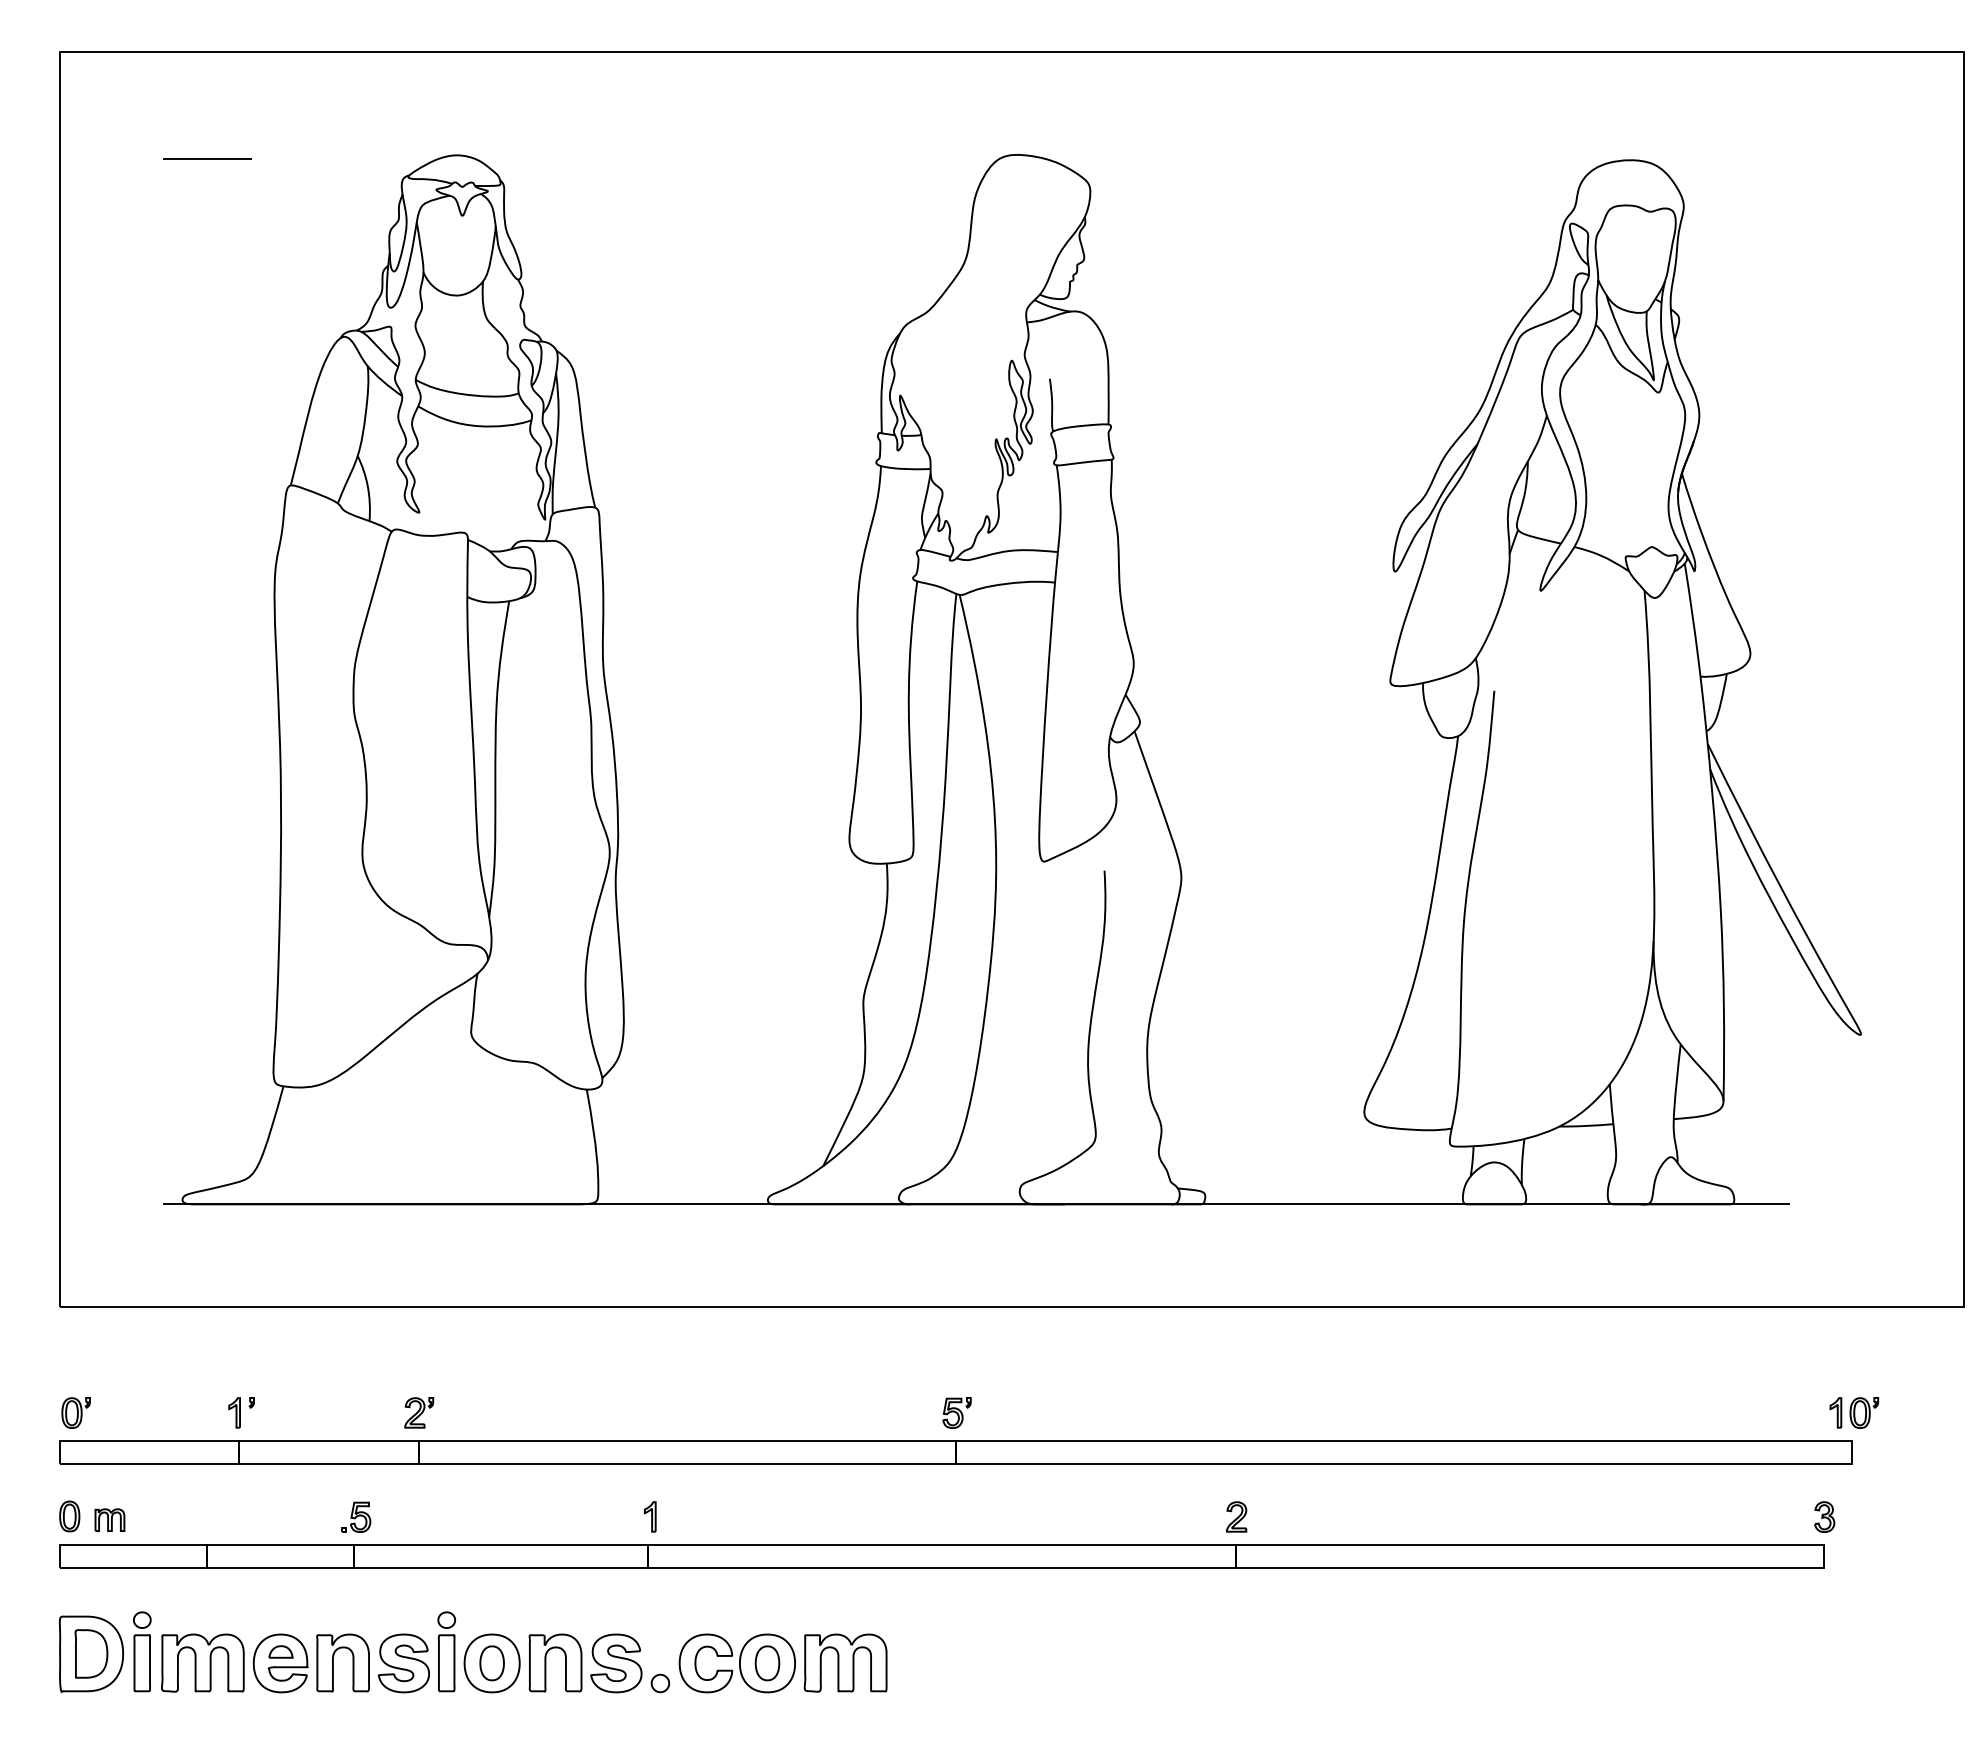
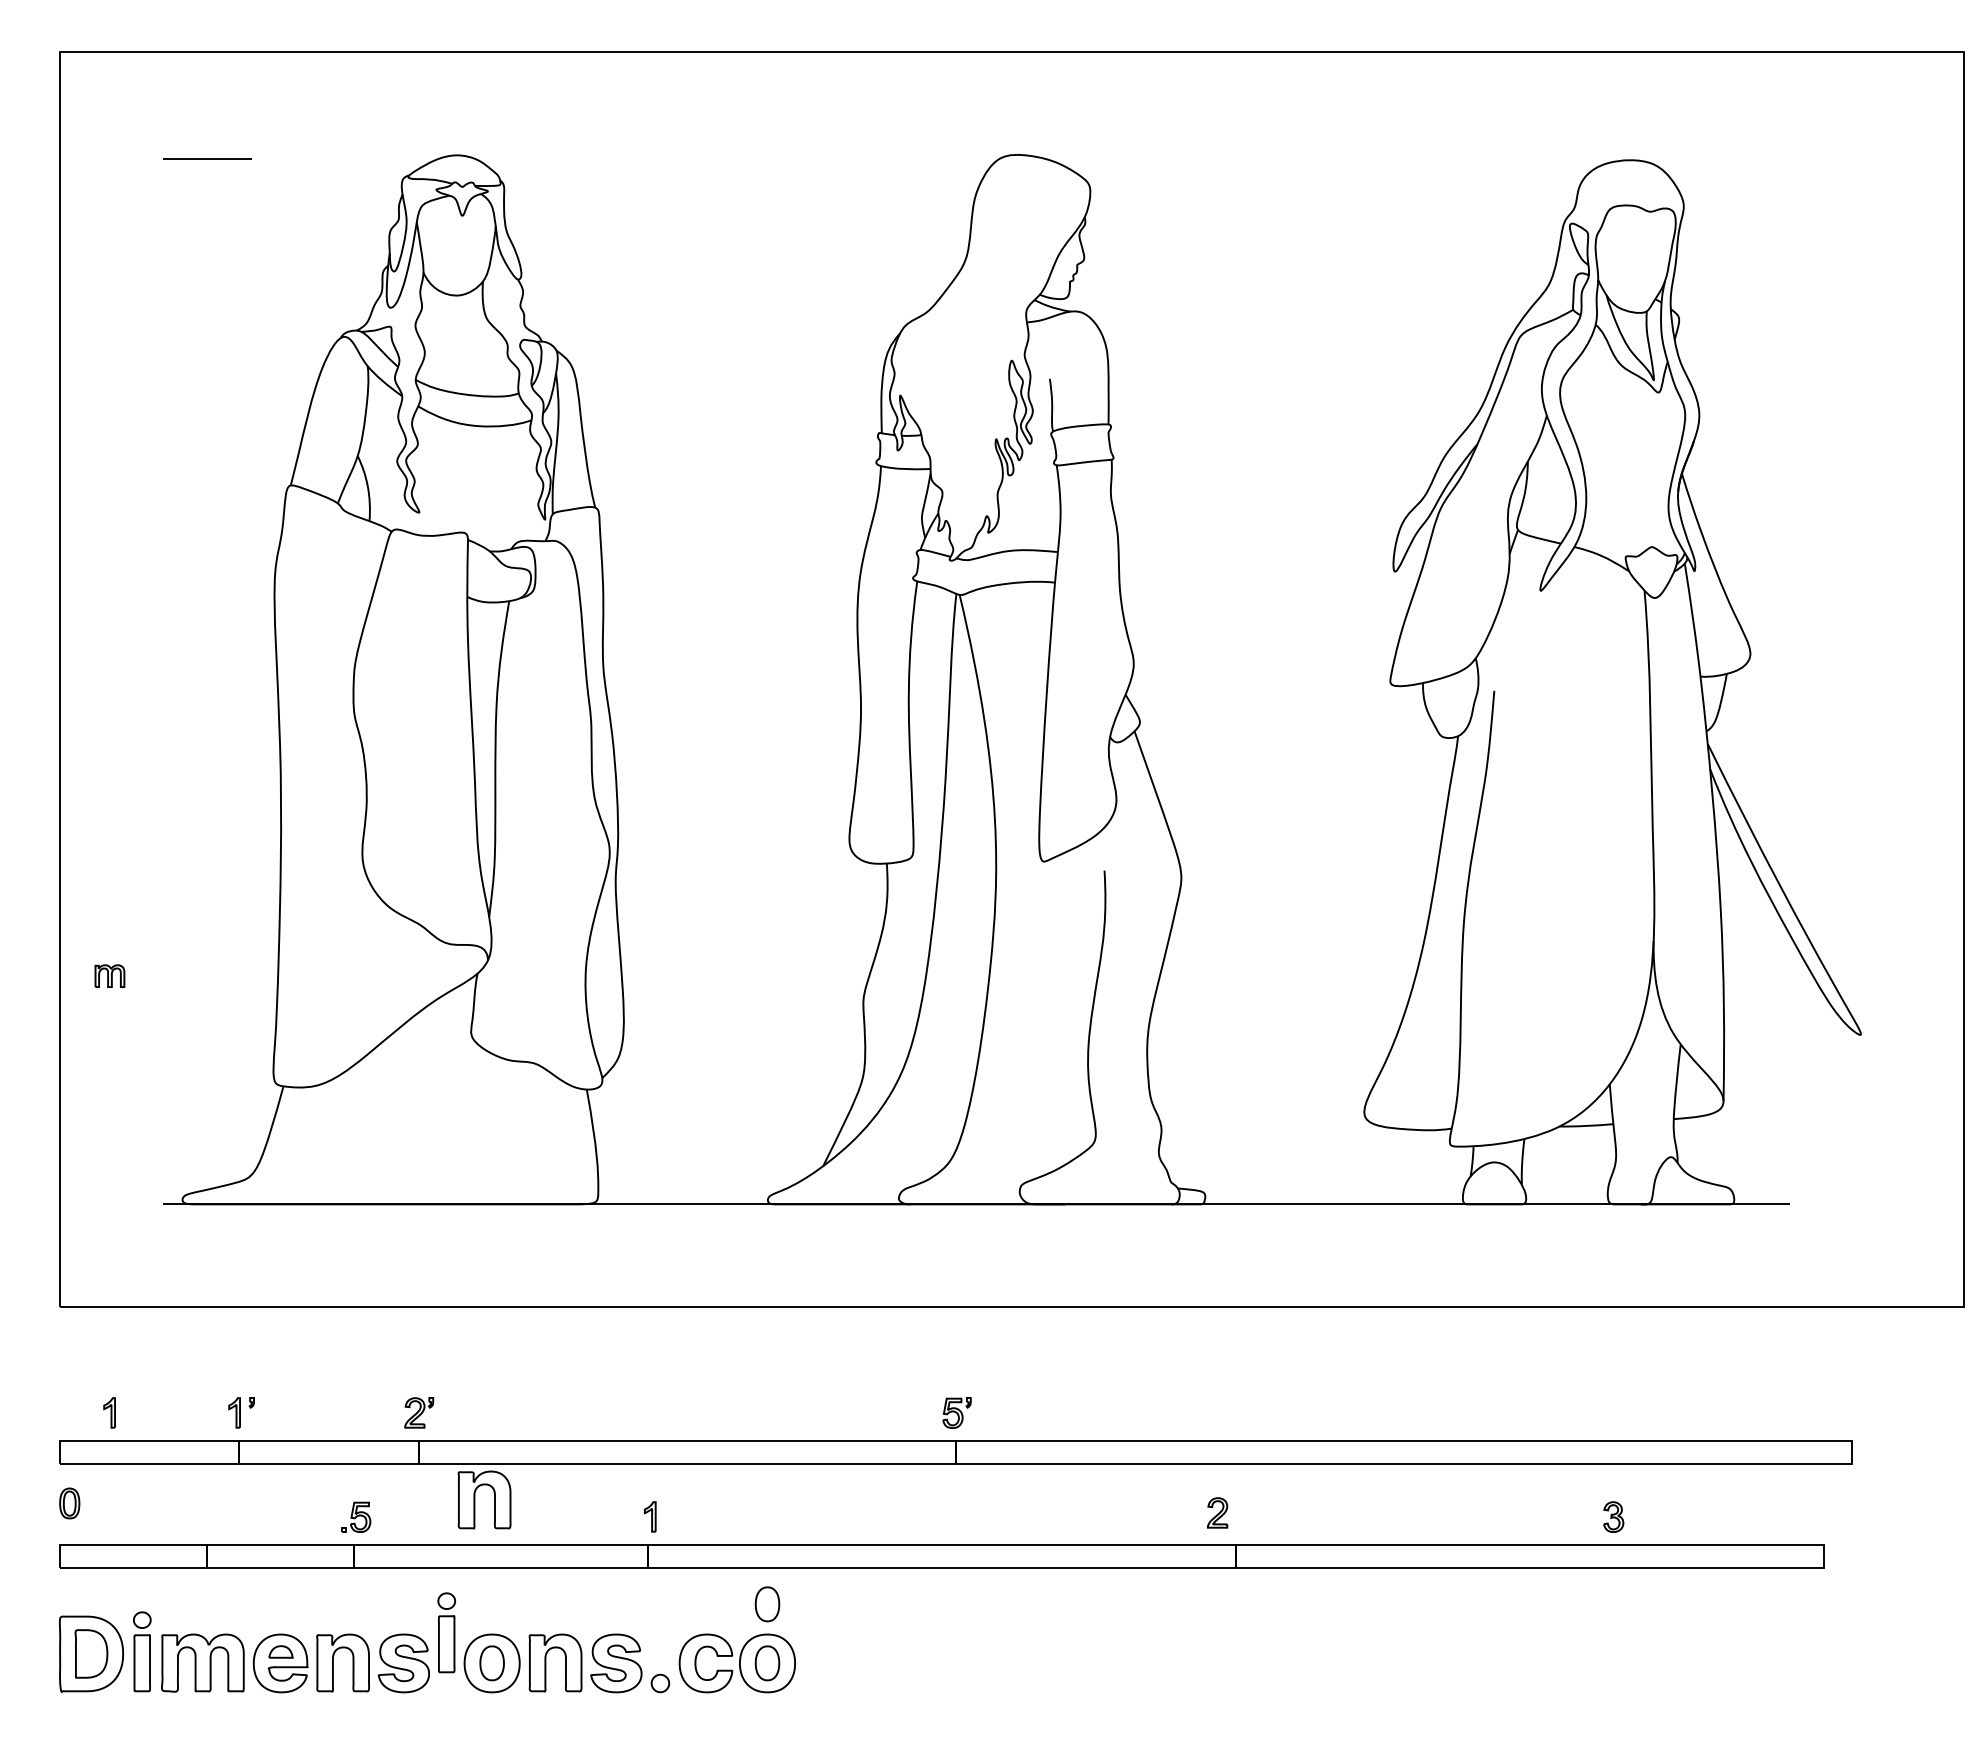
part at (75, 1412): present -> none
part at (109, 1412): none -> present
part at (1854, 1412): present -> none
part at (475, 1499): none -> present
part at (69, 1516) position: (69, 1516) -> (69, 1503)
part at (1236, 1516) position: (1236, 1516) -> (1217, 1512)
part at (1824, 1516) position: (1824, 1516) -> (1613, 1516)
part at (109, 1519) position: (109, 1519) -> (109, 975)
part at (767, 1604): none -> present
part at (446, 1651) position: (446, 1651) -> (446, 1632)
part at (845, 1662): present -> none
